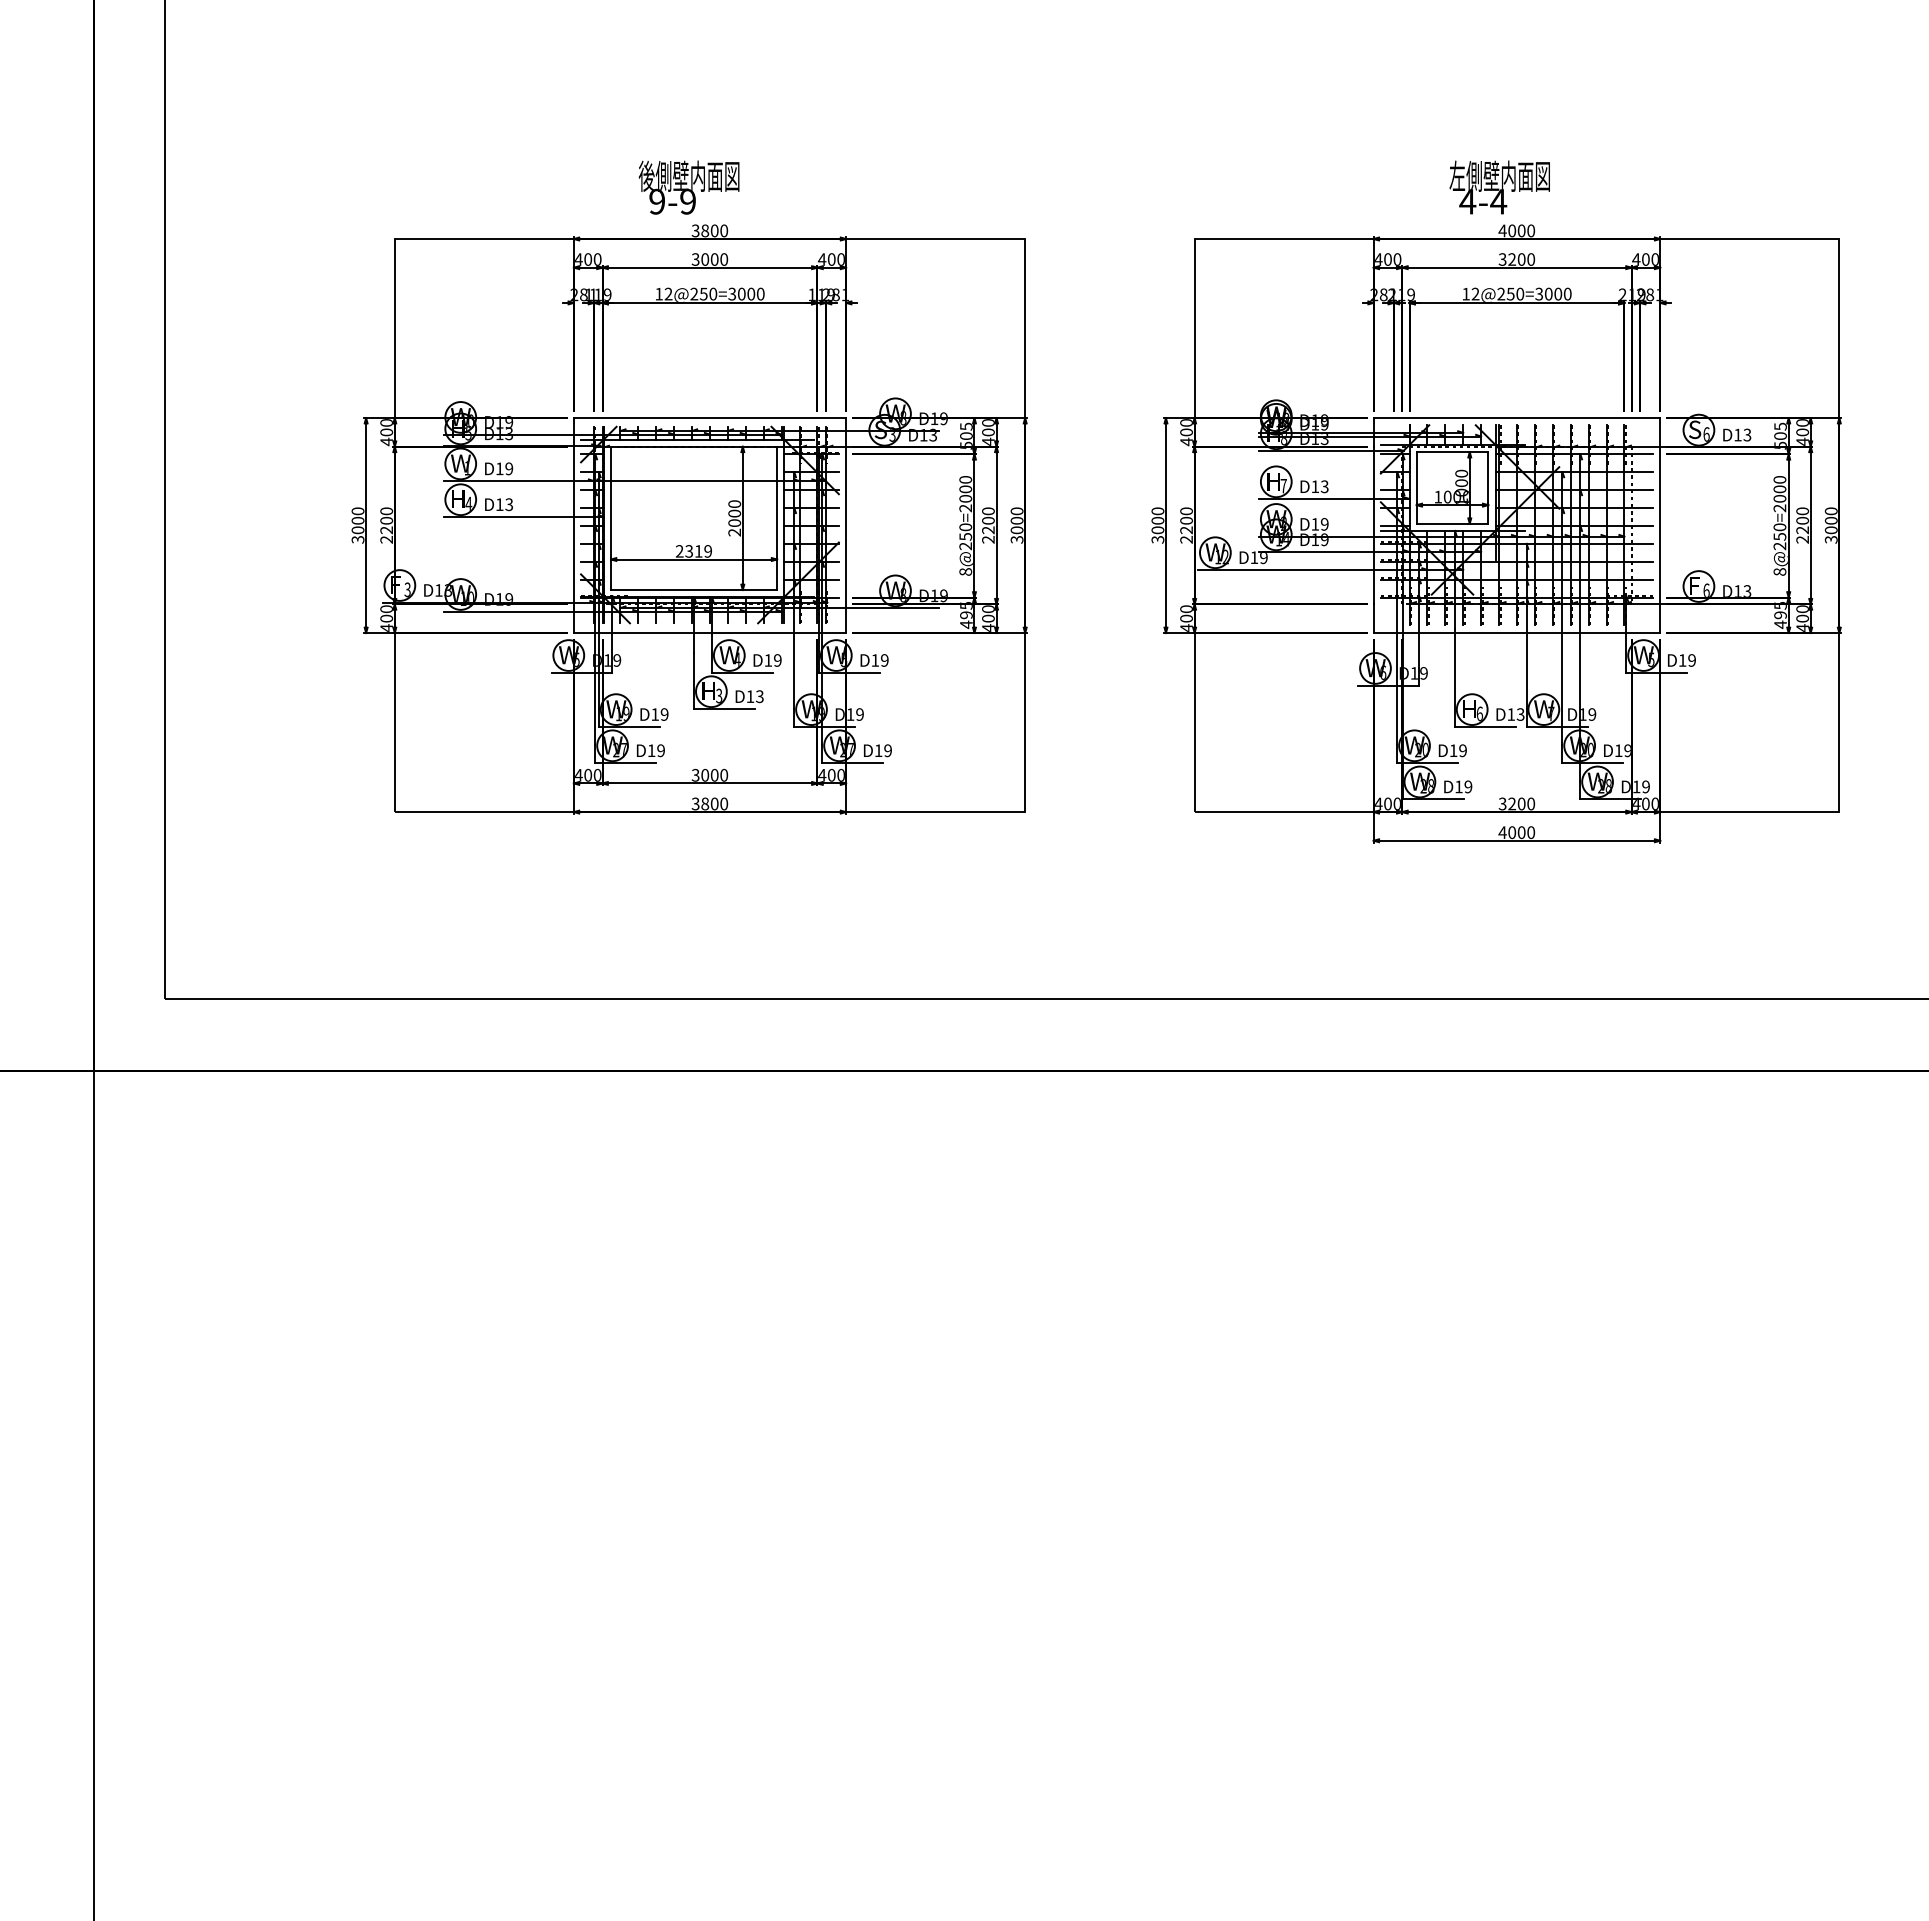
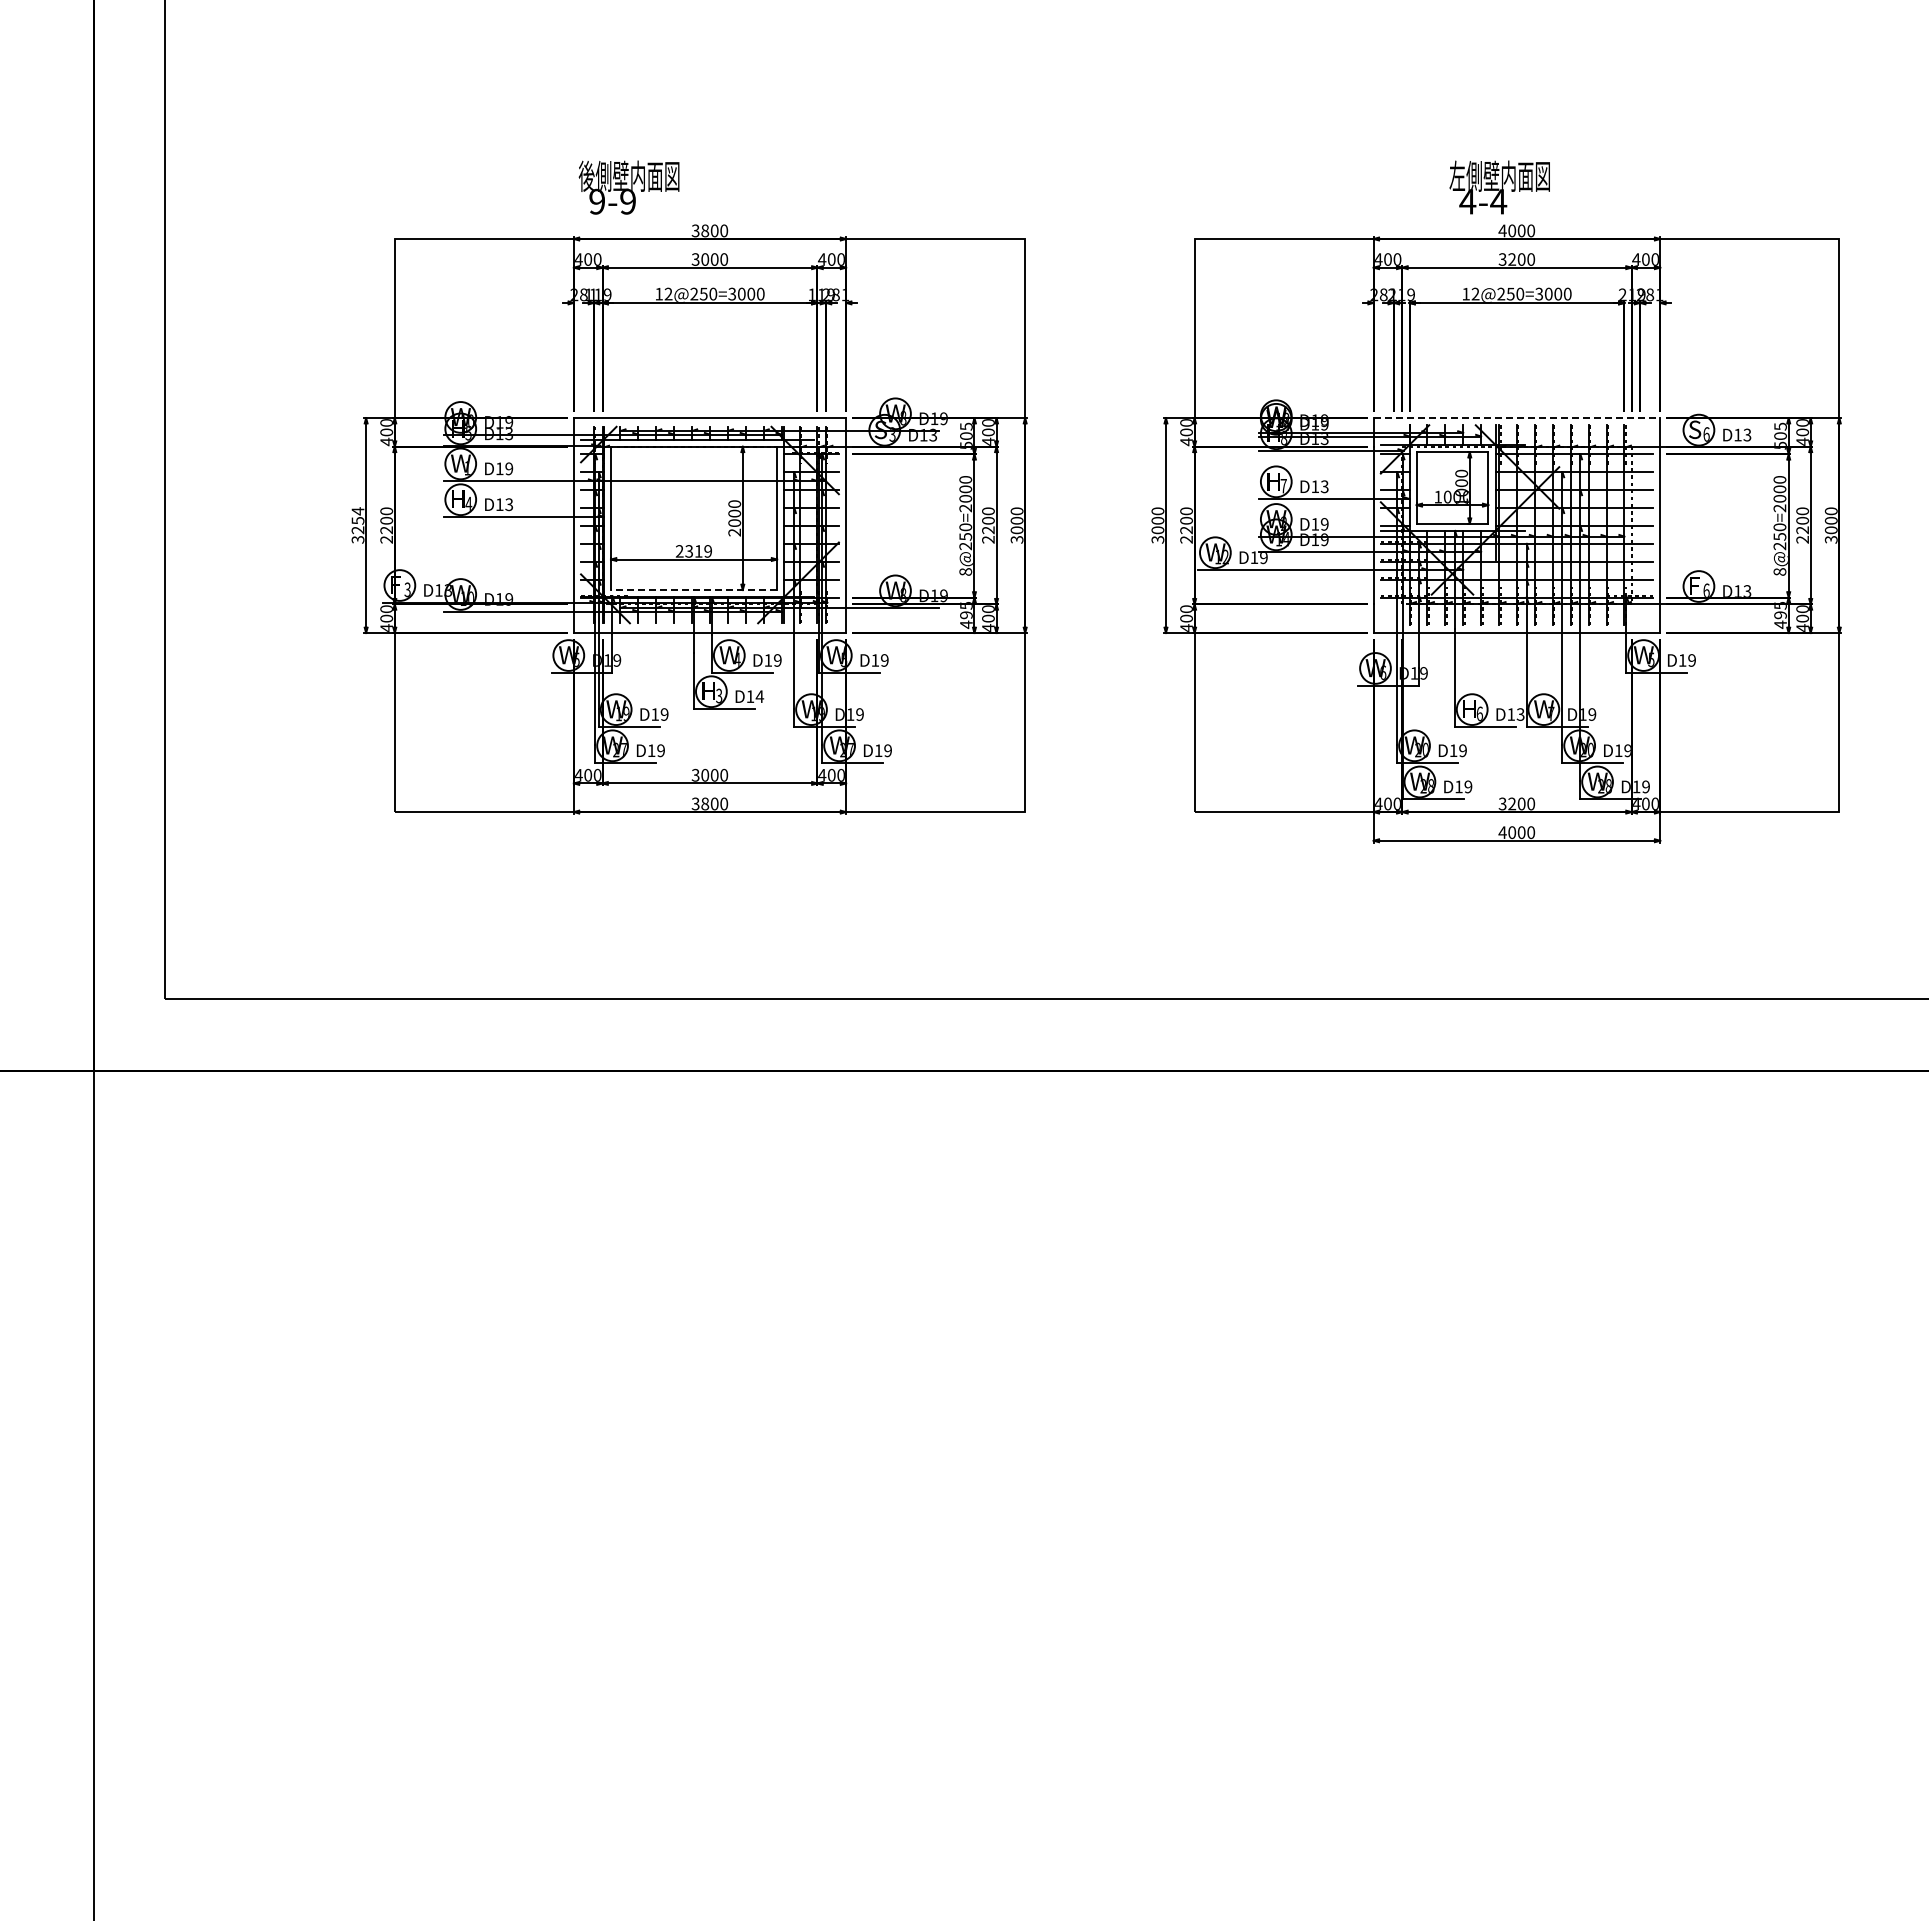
text at (688, 187) position: (688, 187) -> (628, 187)
line at (1517, 418): solid -> dashed
text at (357, 520): 3000 -> 3254
line at (693, 590): solid -> dashed
text at (759, 696): D13 -> D14
